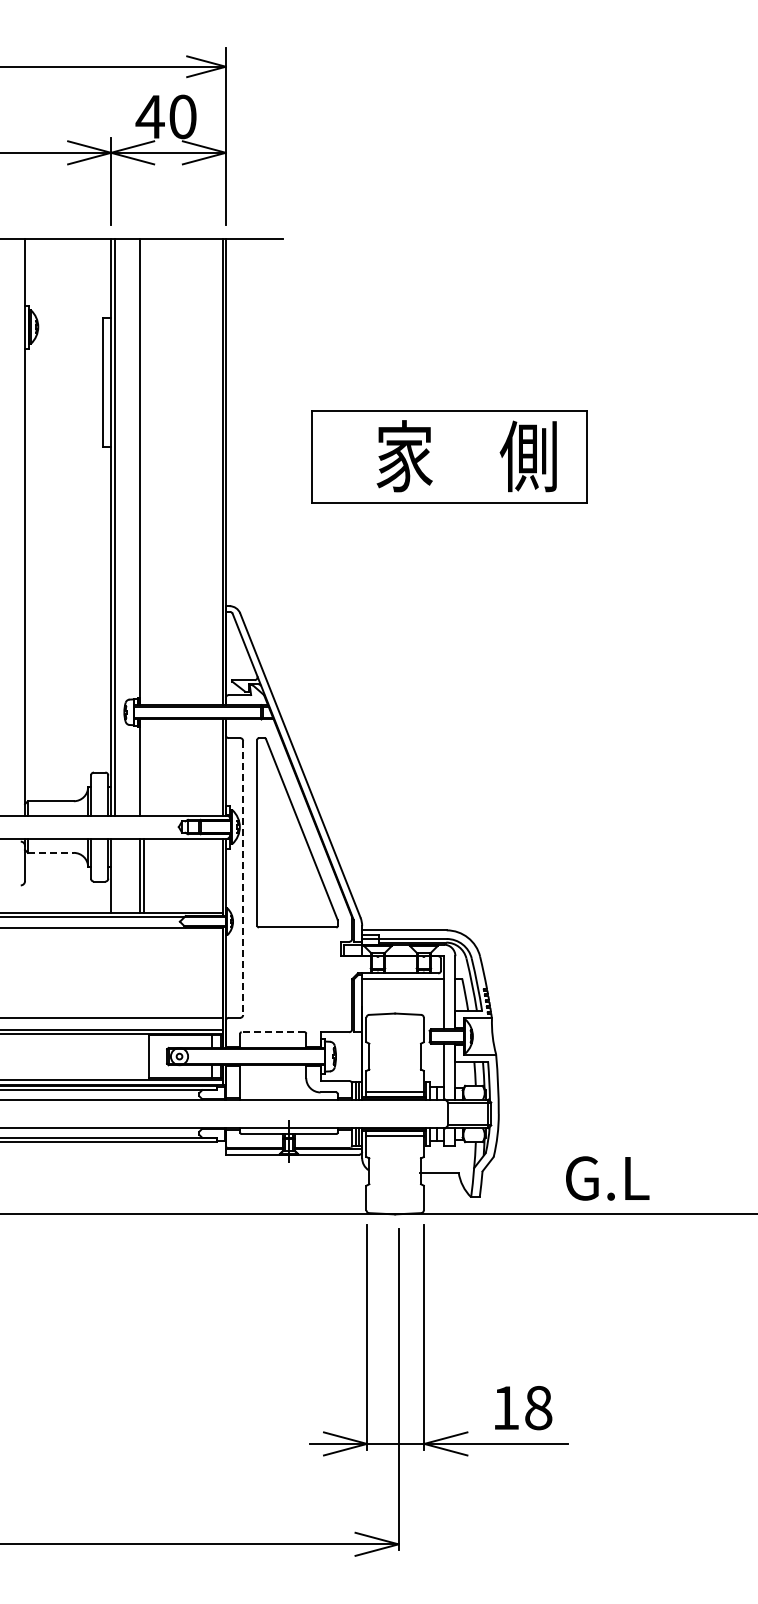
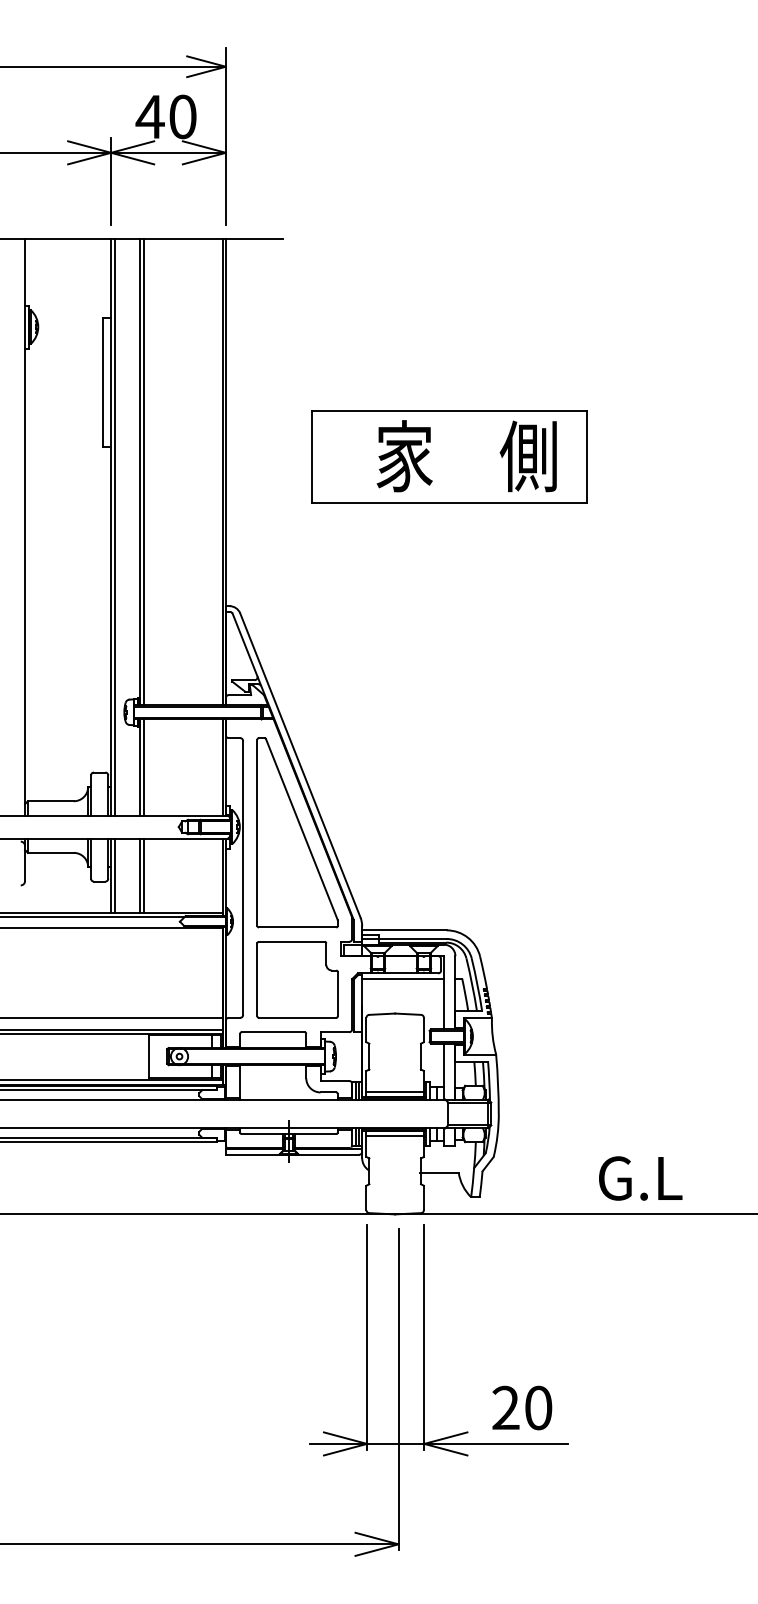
line at (143, 471): none -> present
line at (143, 767): none -> present
line at (50, 852): dashed -> solid
line at (114, 875): none -> present
line at (243, 878): dashed -> solid
part at (297, 979): none -> present
line at (273, 1032): dashed -> solid
text at (607, 1178) position: (607, 1178) -> (640, 1178)
text at (522, 1407): 18 -> 20
